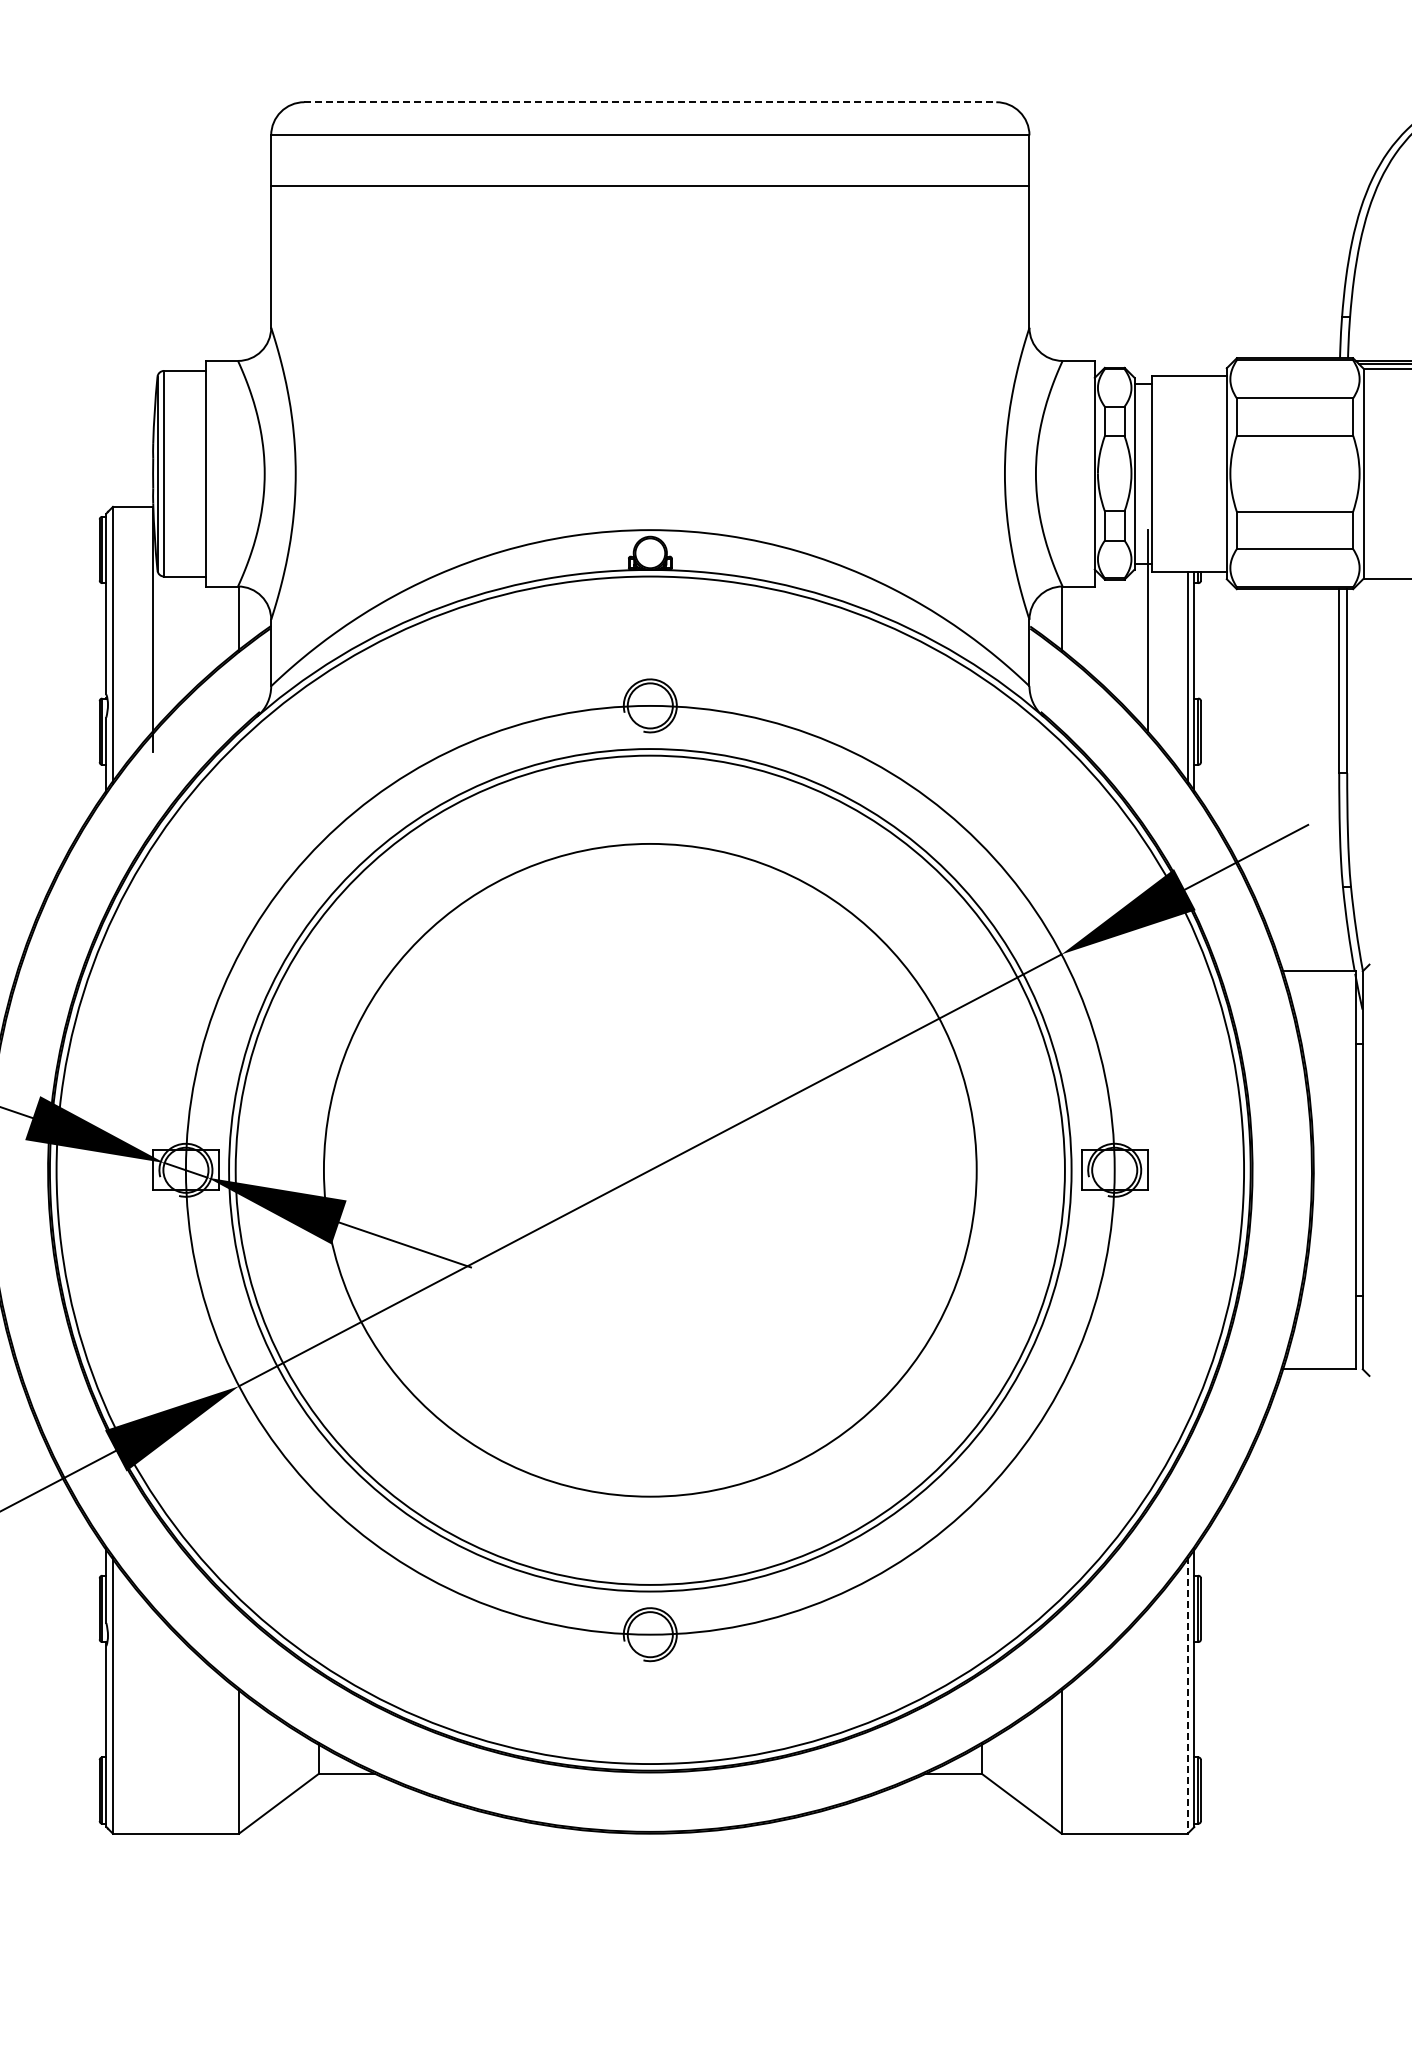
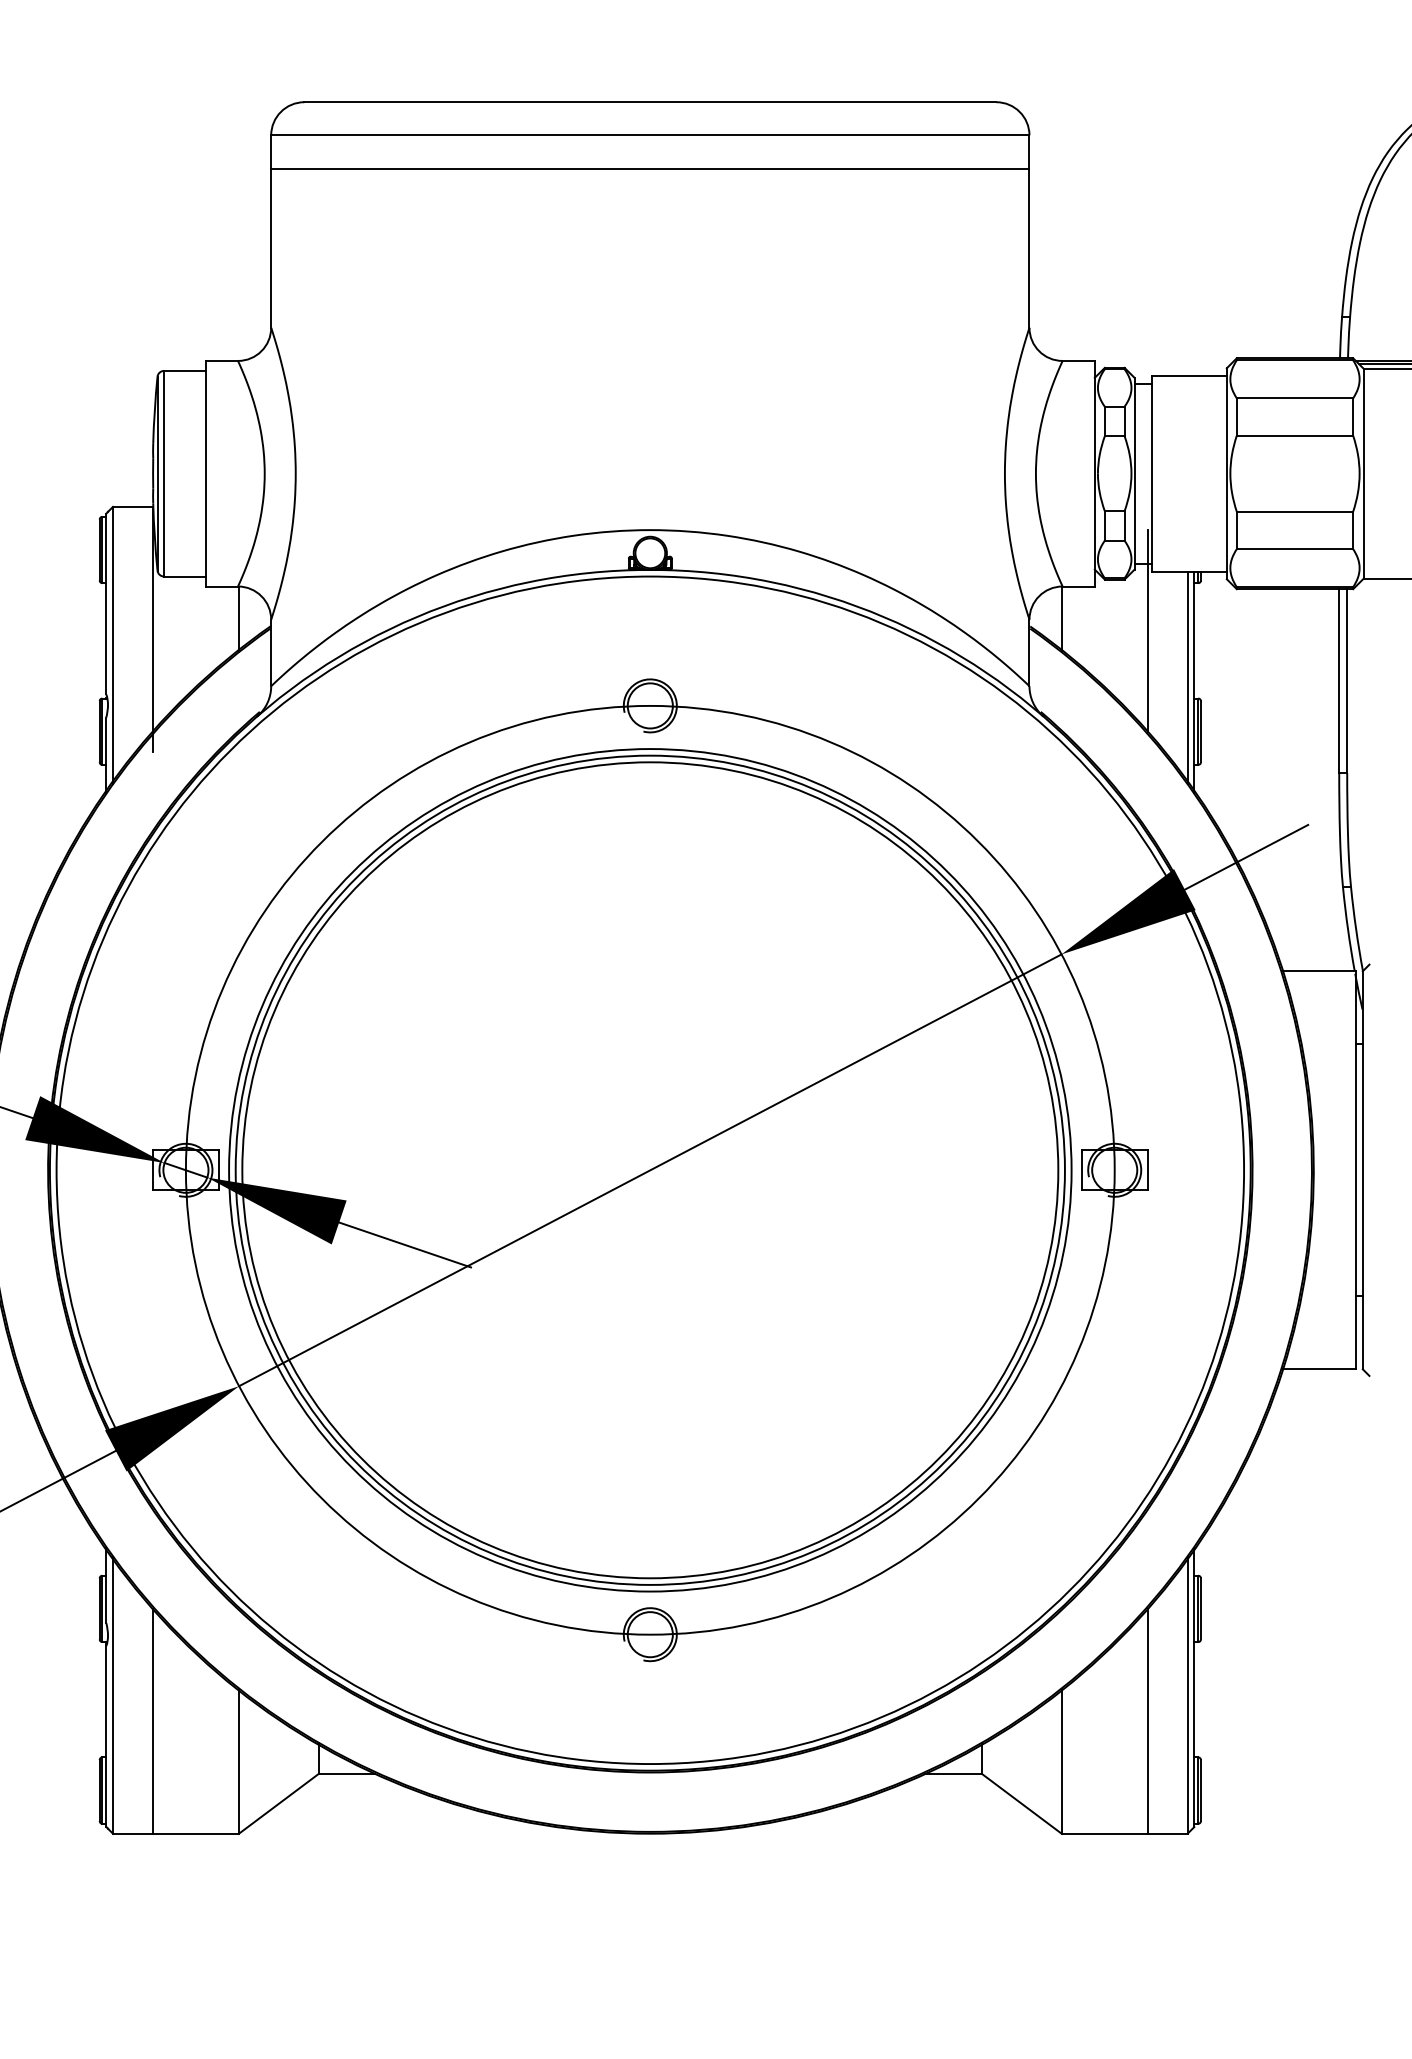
line at (650, 102): dashed -> solid
line at (650, 185) position: (650, 185) -> (650, 168)
circle at (649, 1169) diameter: 653 px -> 816 px
line at (1187, 1695): dashed -> solid
line at (152, 1720): none -> present
line at (1147, 1720): none -> present
